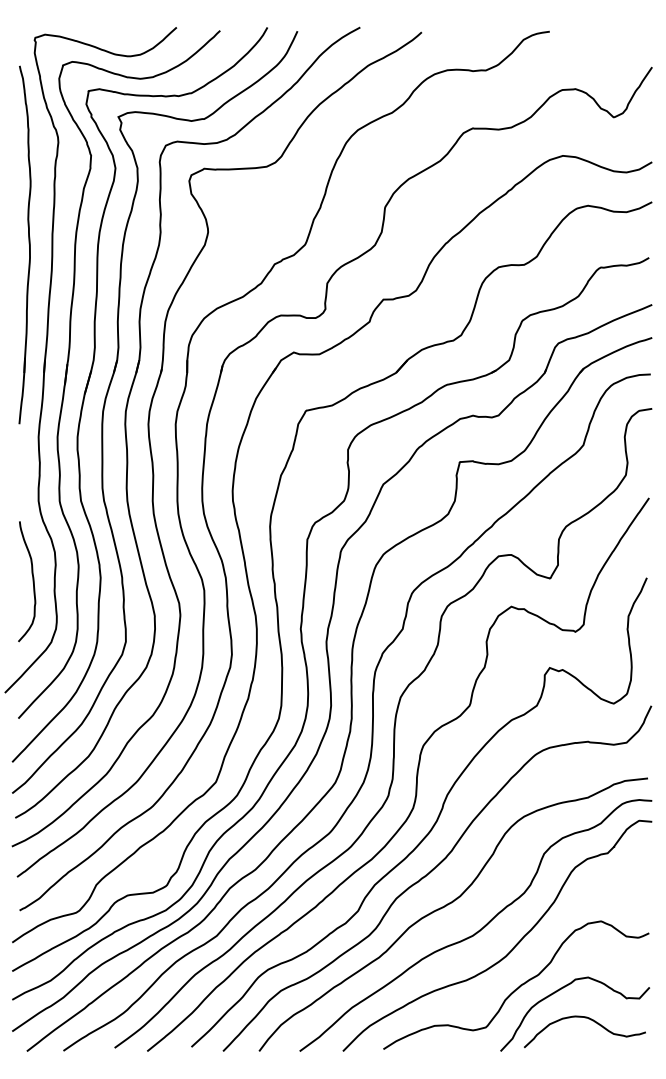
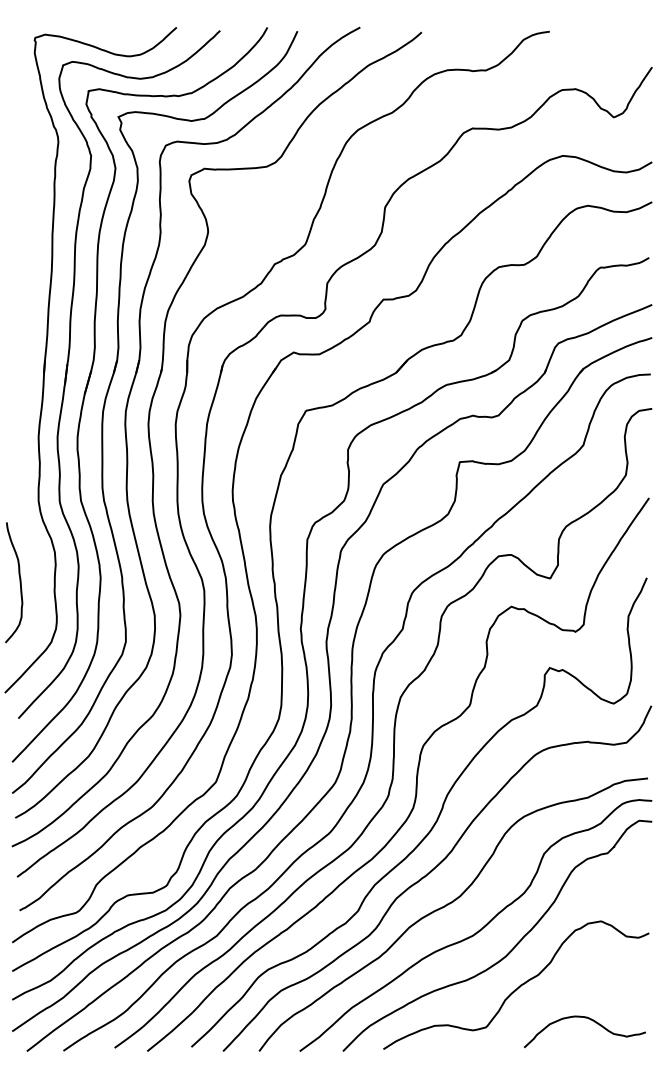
part at (24, 244): present -> none
curve at (32, 581) position: (32, 581) -> (19, 582)
curve at (560, 990): present -> none
